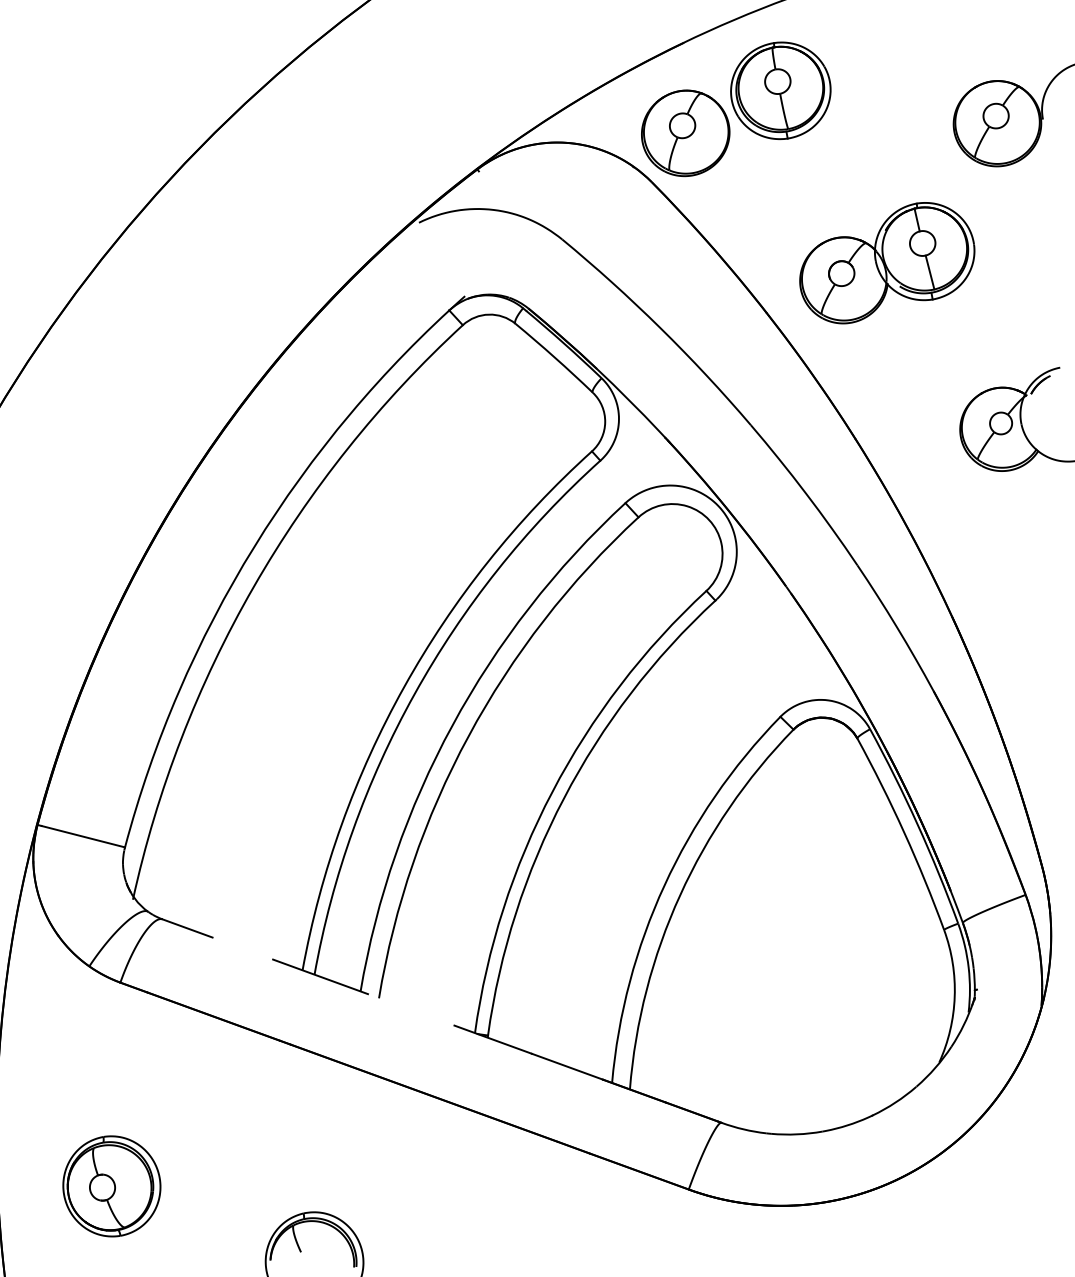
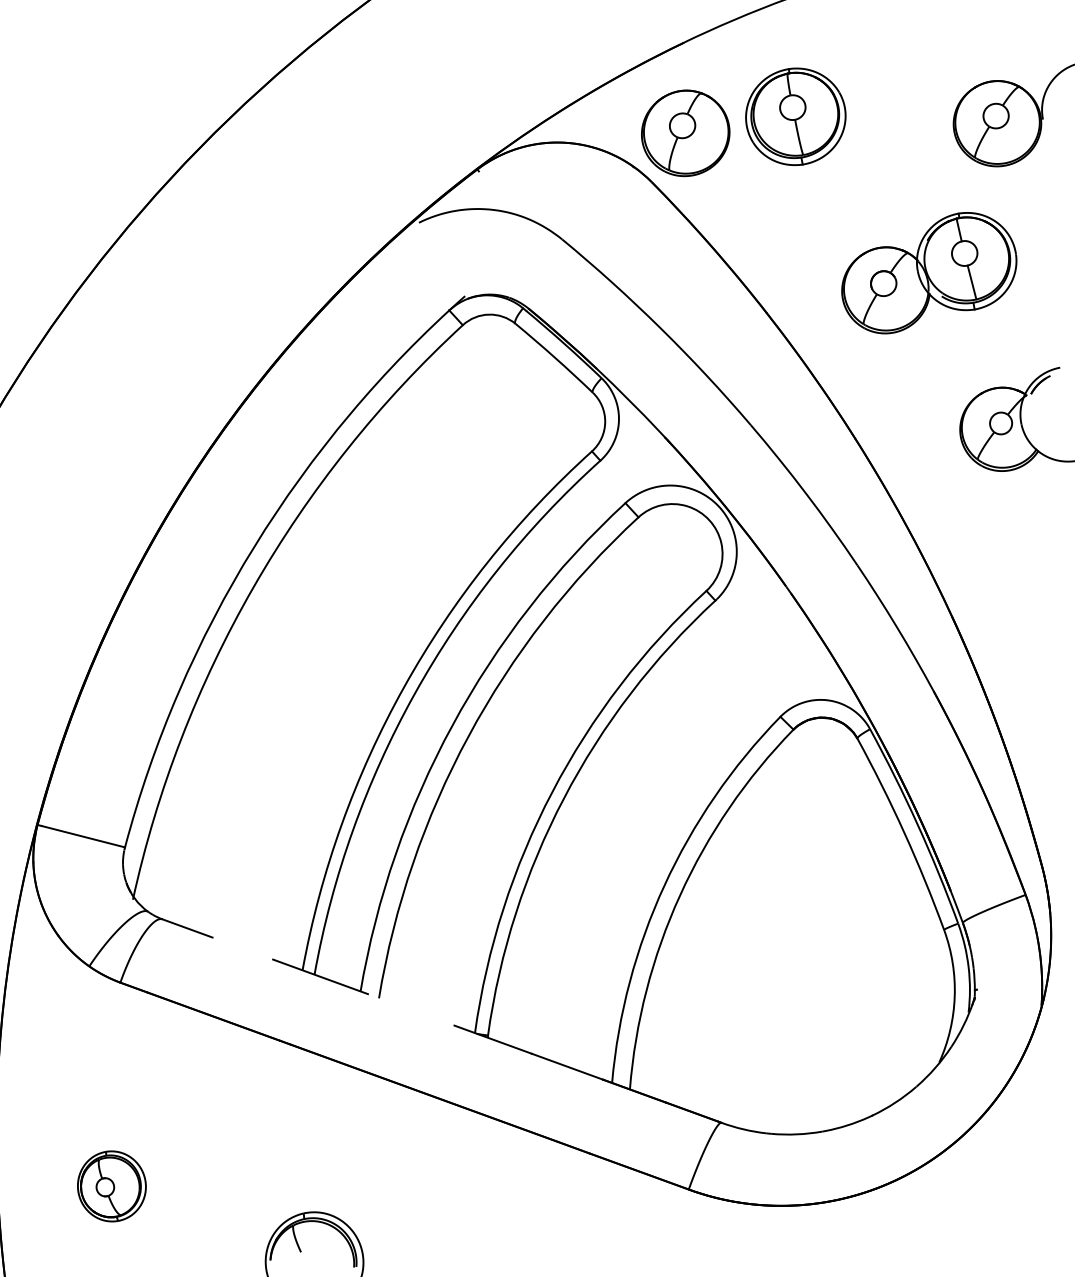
part at (780, 90) position: (780, 90) -> (795, 116)
part at (887, 263) position: (887, 263) -> (929, 273)
part at (111, 1186) size: 100x103 px -> 70x73 px
